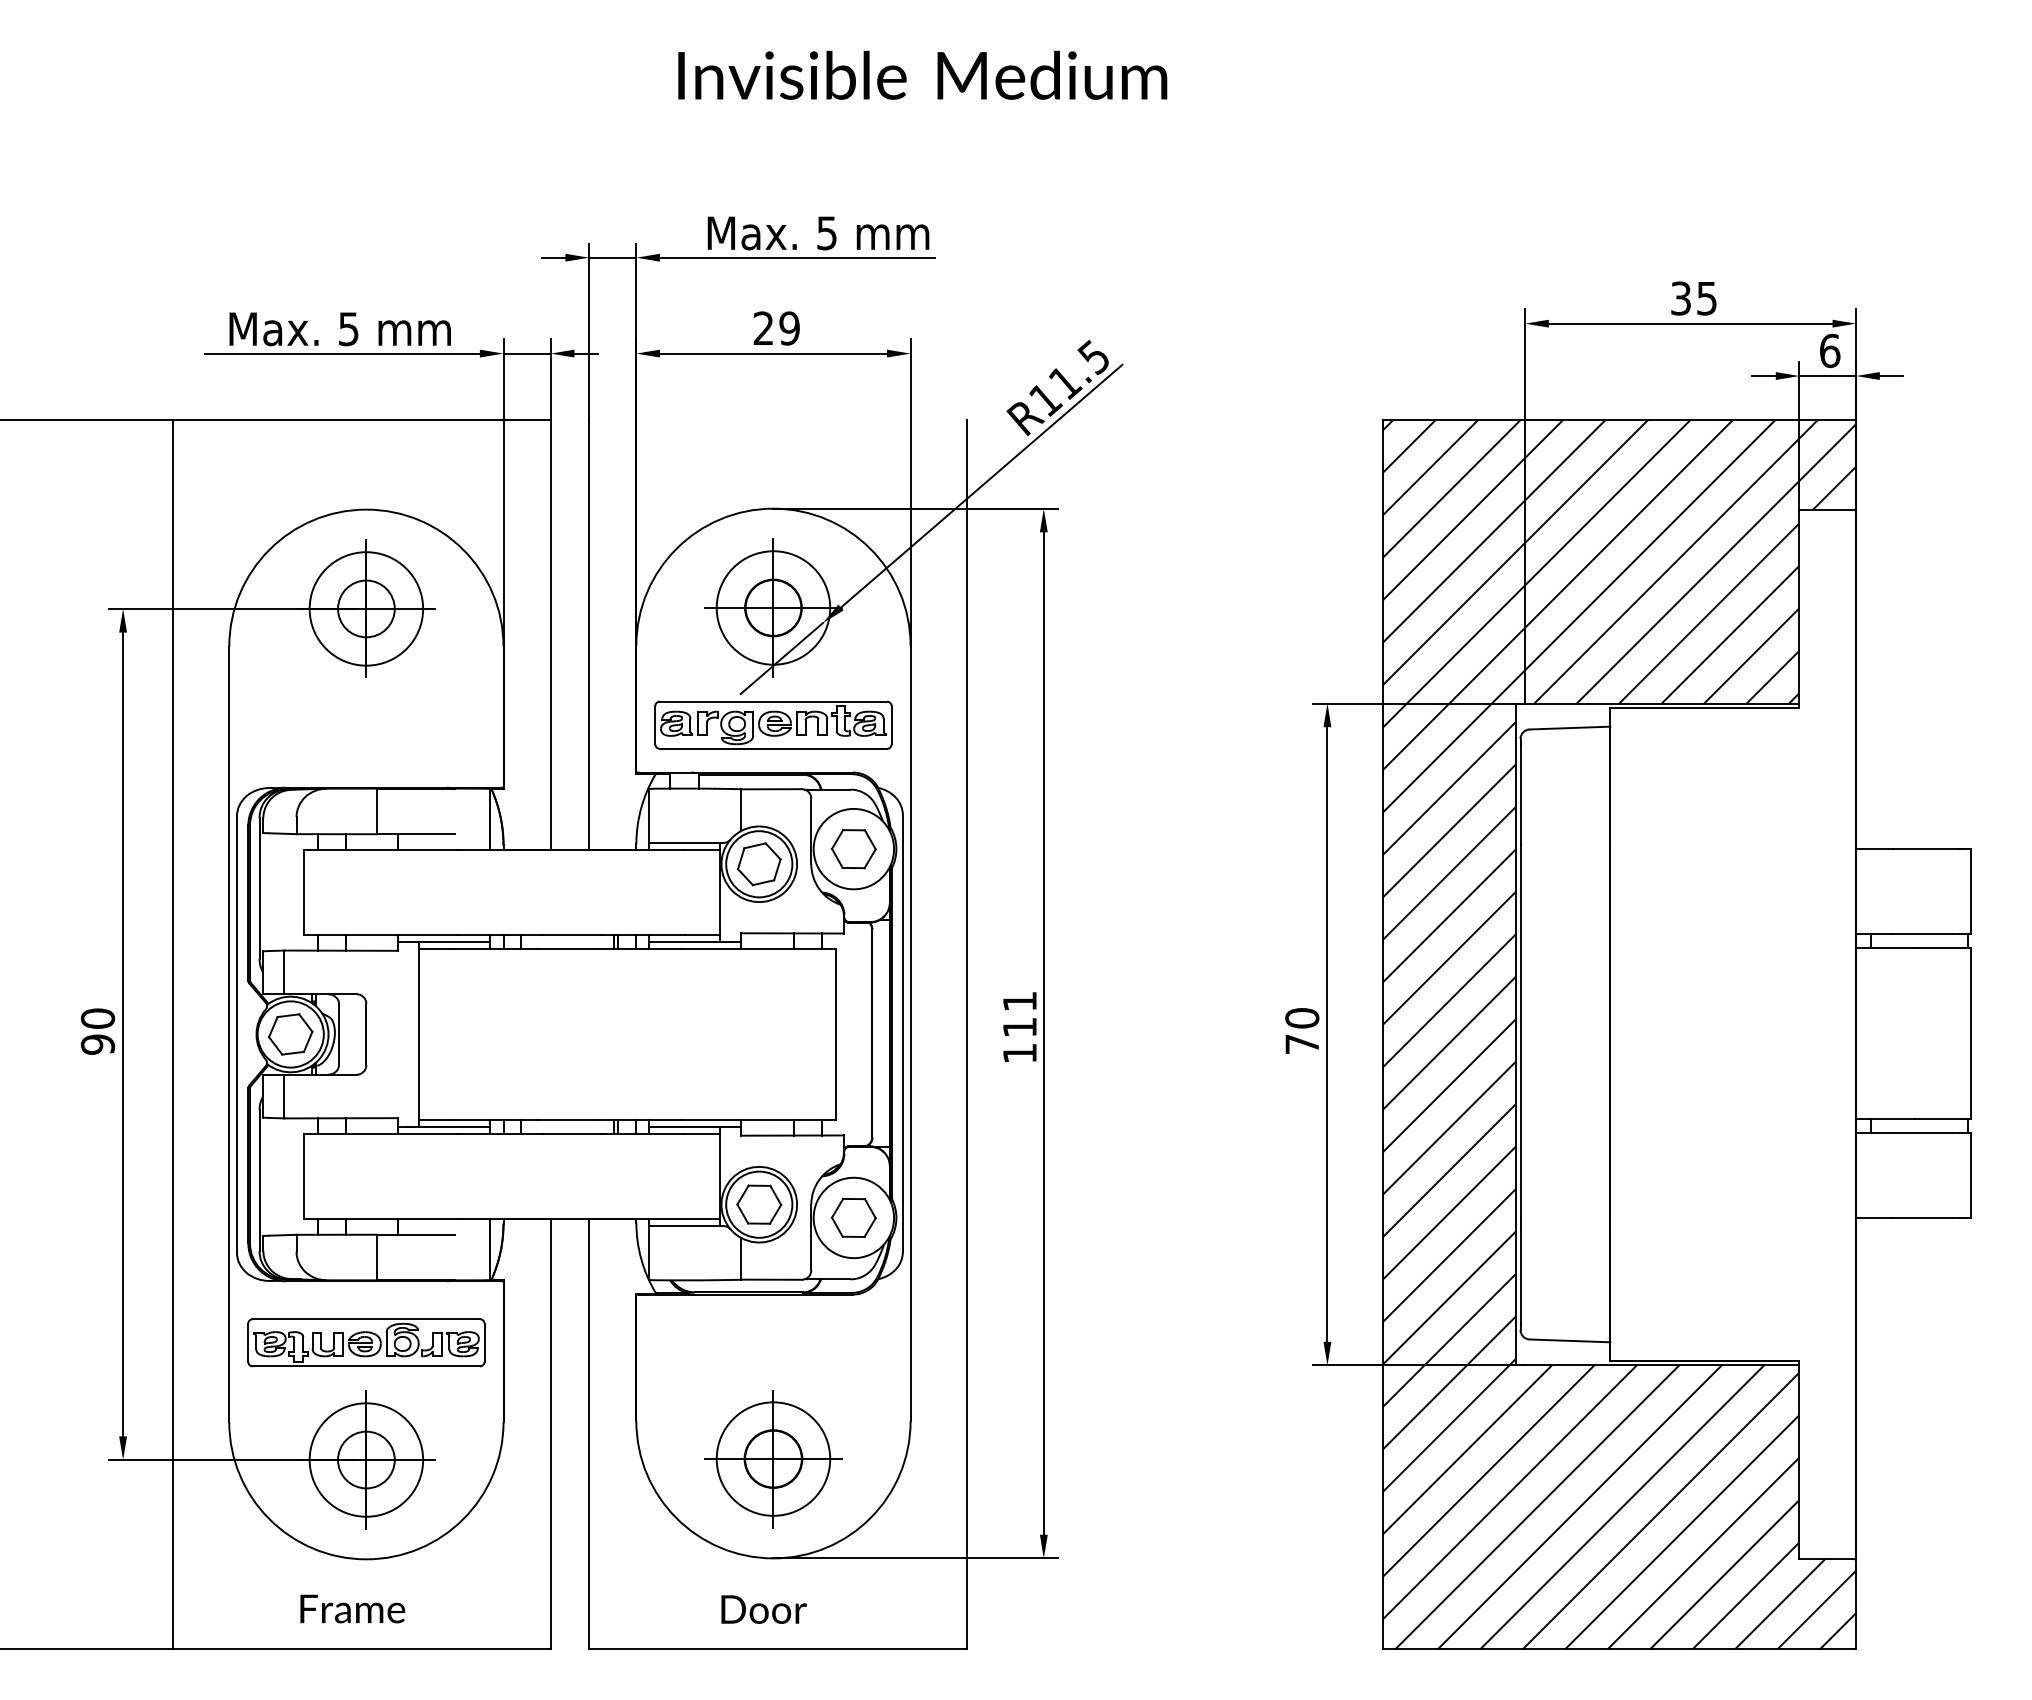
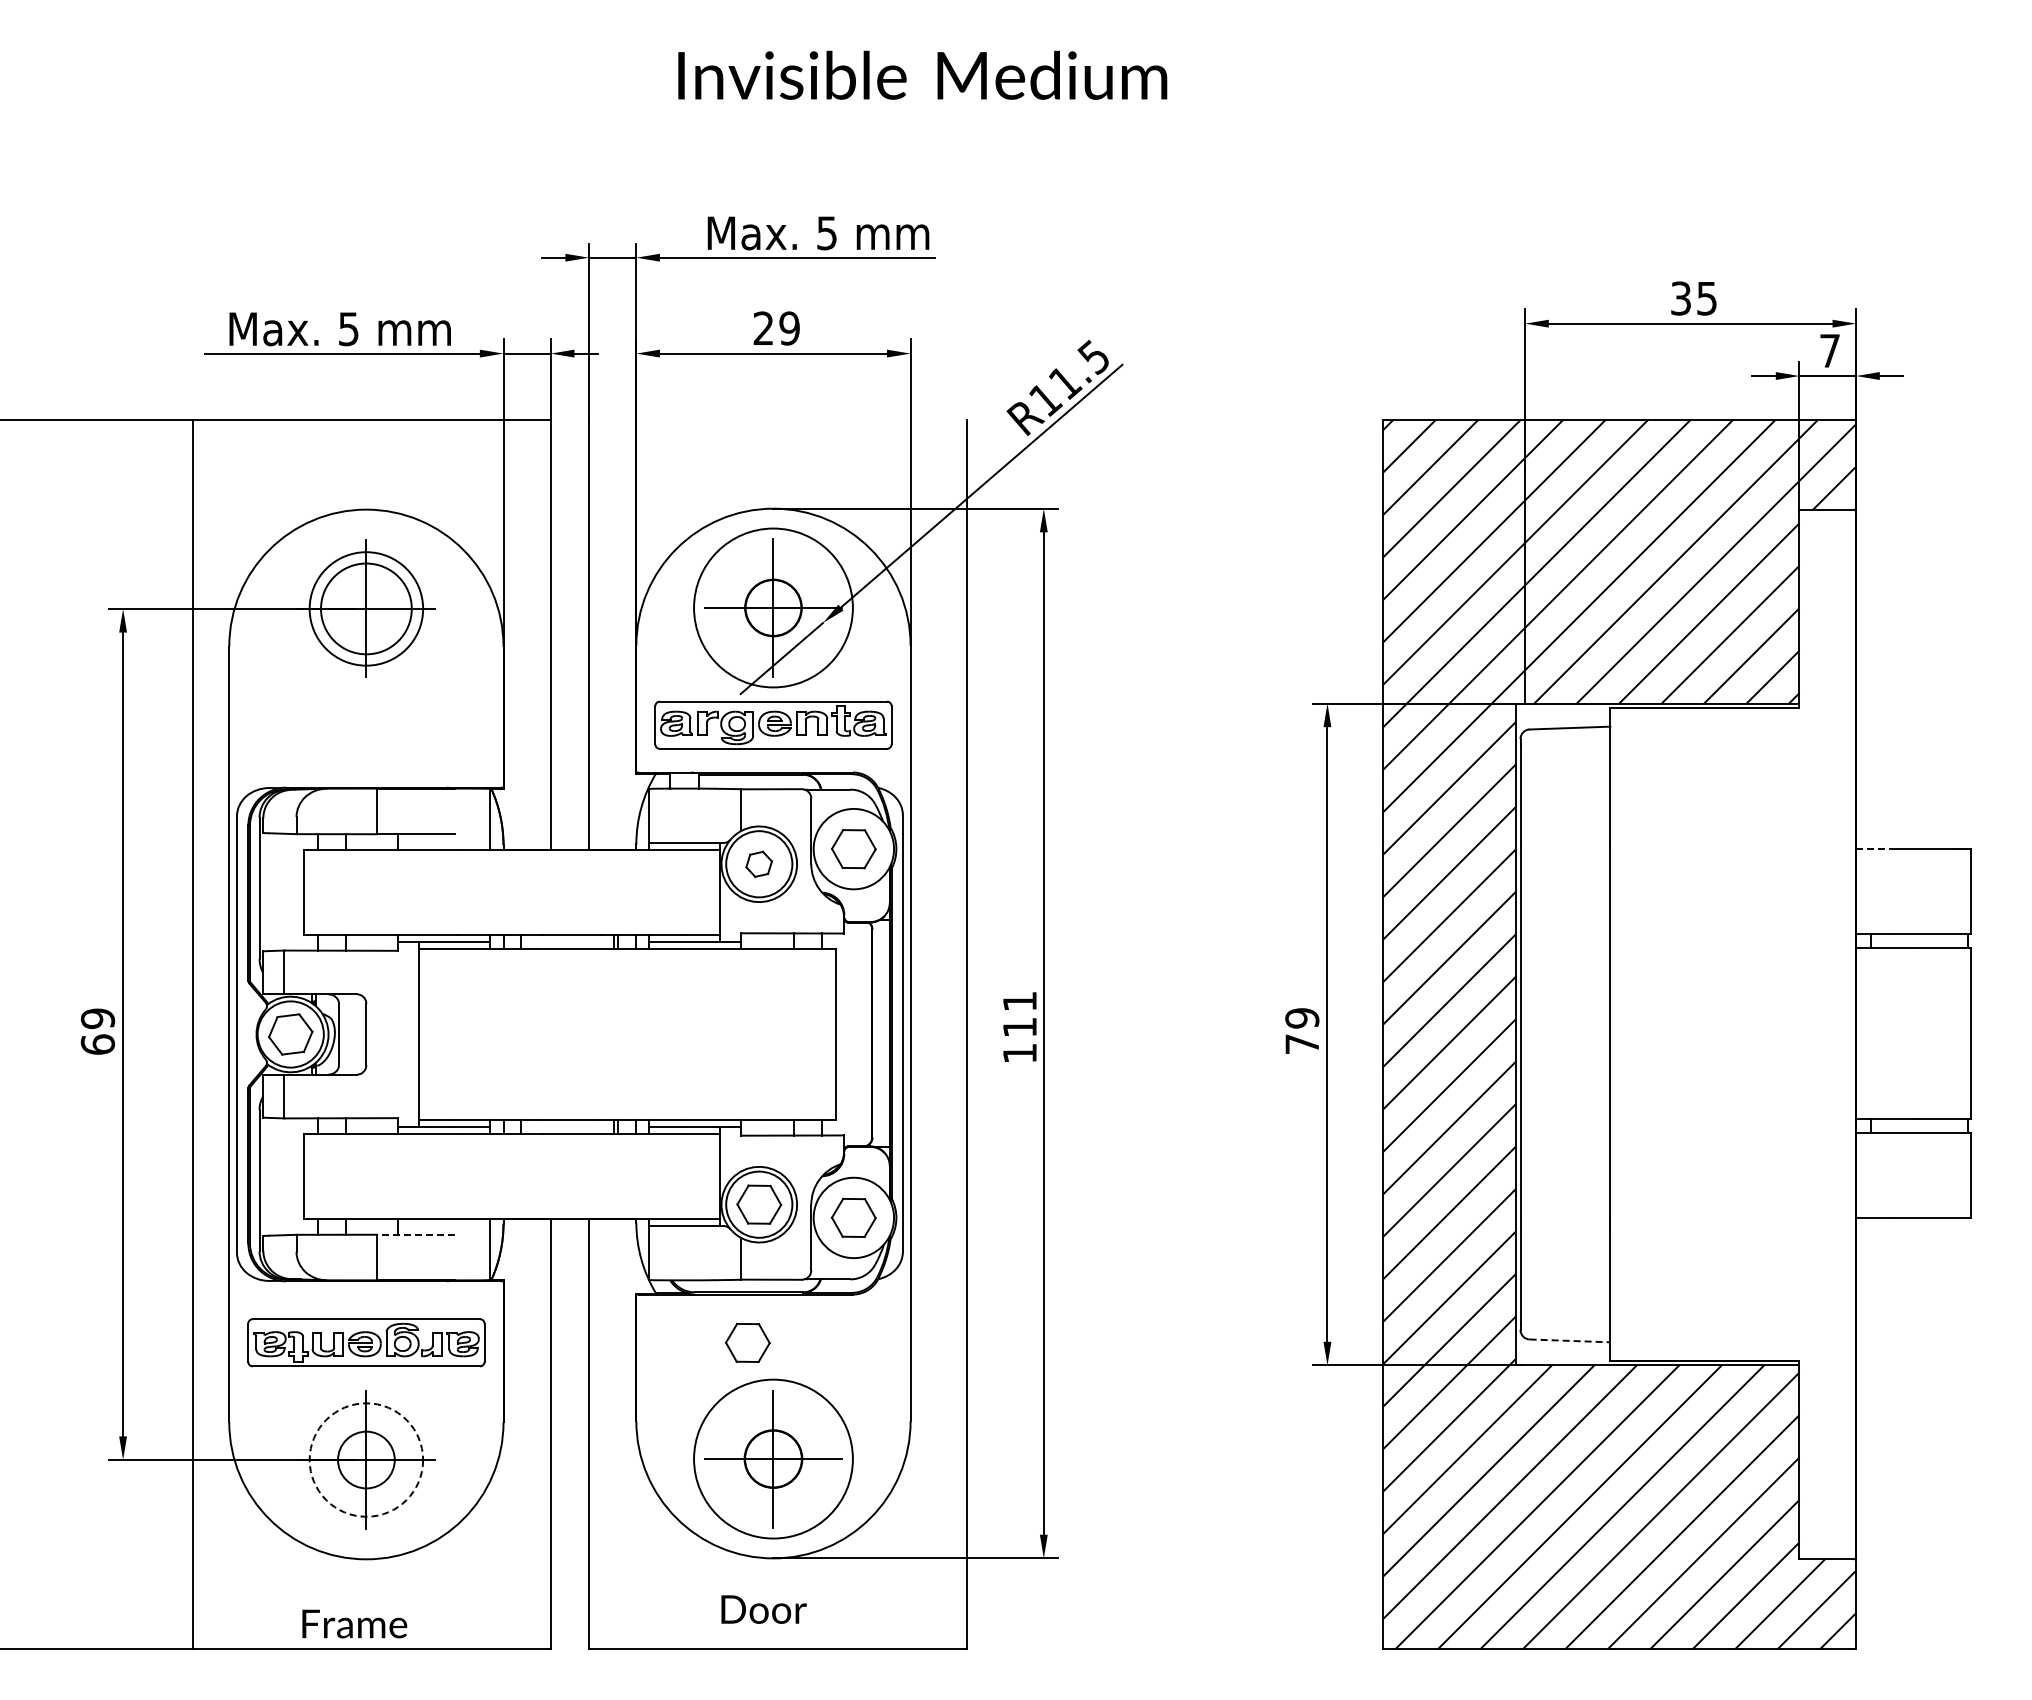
text at (1830, 350): 6 -> 7
circle at (773, 607) diameter: 113 px -> 159 px
circle at (366, 608) diameter: 57 px -> 91 px
line at (1874, 849): solid -> dashed
part at (758, 864) size: 46x45 px -> 28x28 px
text at (1302, 1018): 70 -> 79
text at (97, 1031): 90 -> 69
line at (172, 1034) position: (172, 1034) -> (192, 1034)
line at (416, 1234): solid -> dashed
line at (1570, 1340): solid -> dashed
part at (747, 1342): none -> present
circle at (773, 1458) diameter: 113 px -> 159 px
circle at (366, 1459): solid -> dashed
text at (352, 1608) position: (352, 1608) -> (354, 1623)
